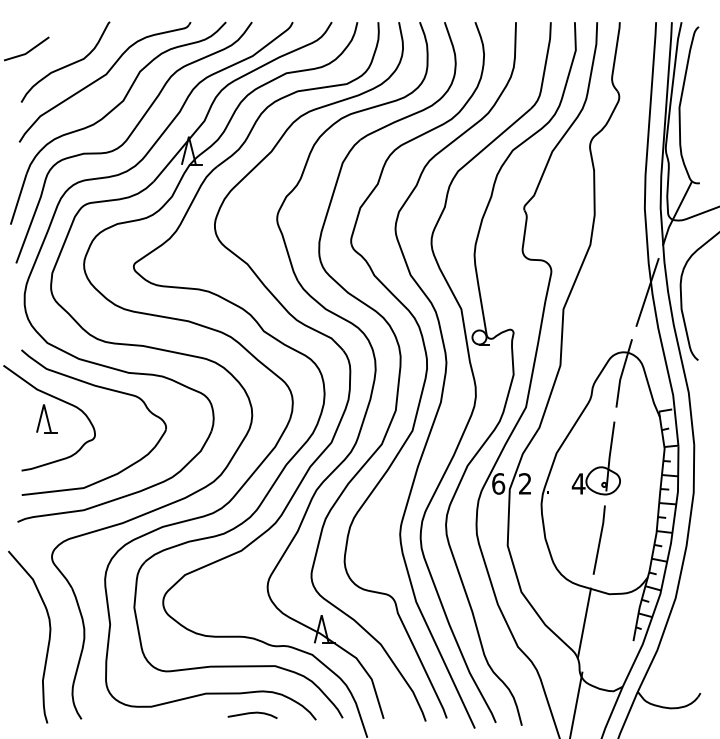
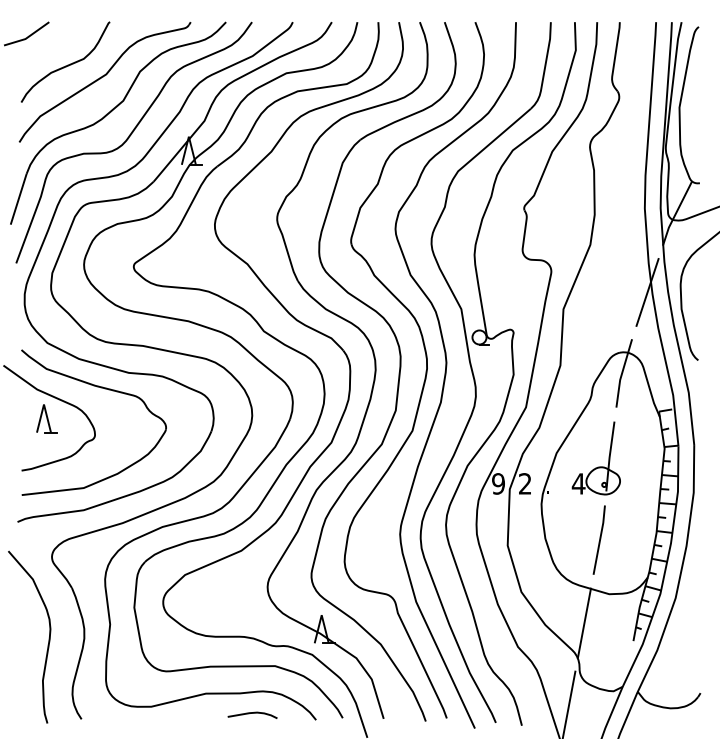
line at (28, 50) position: (28, 50) -> (28, 35)
text at (498, 483): 6 -> 9
line at (576, 703) position: (576, 703) -> (569, 703)
